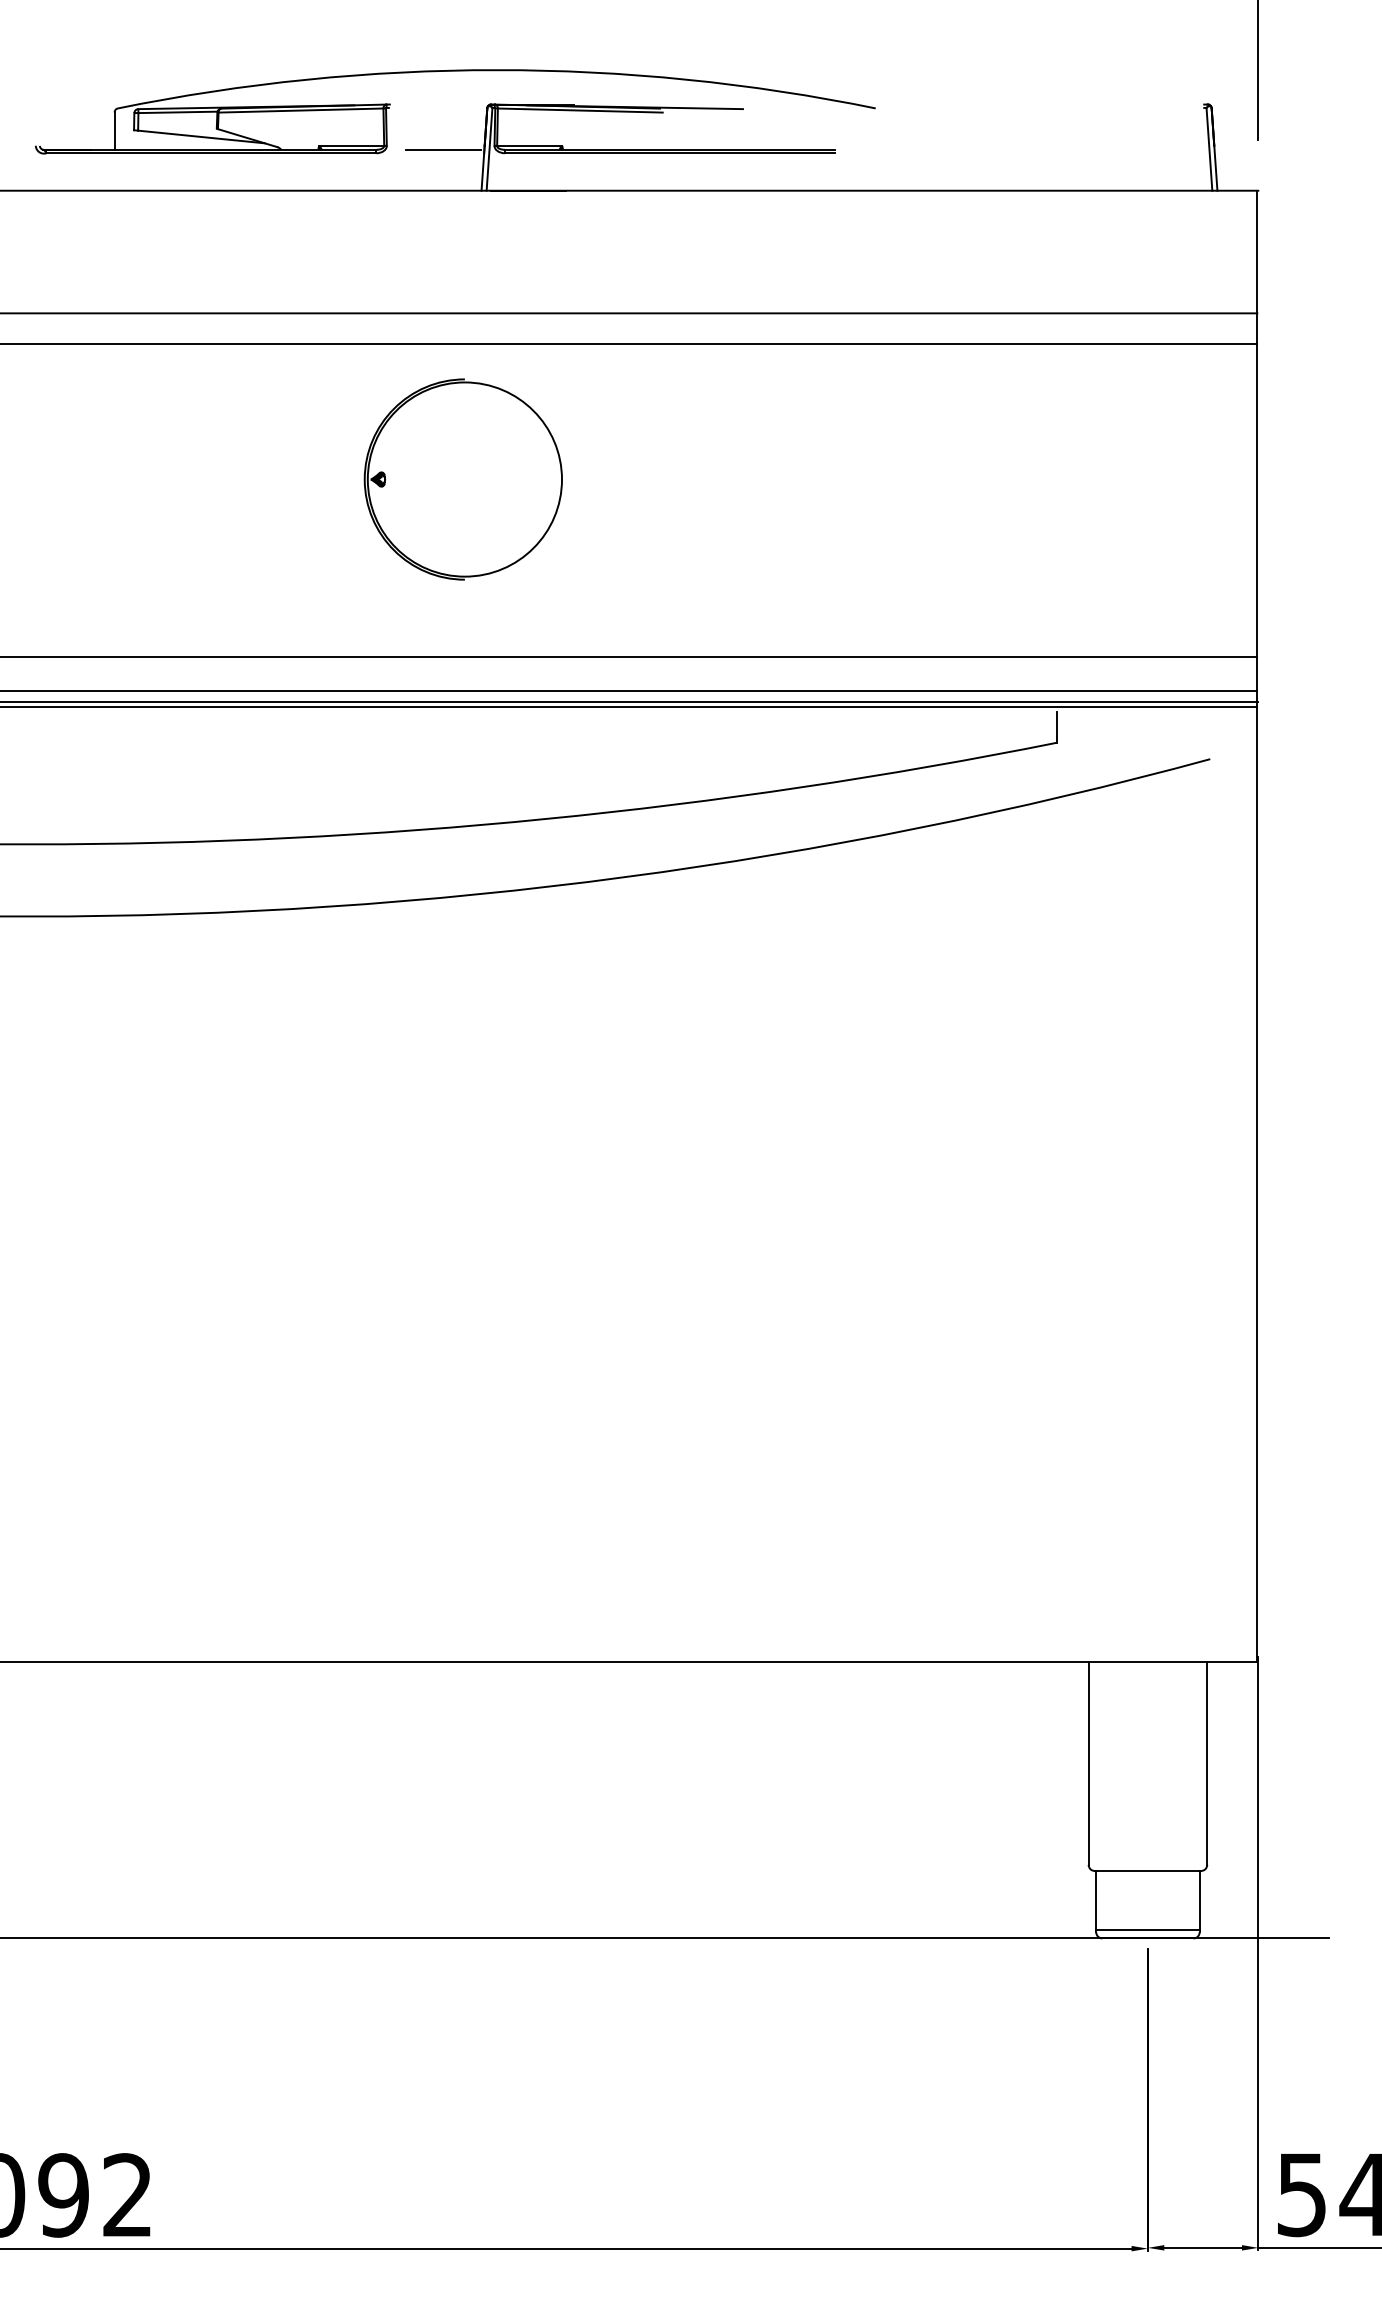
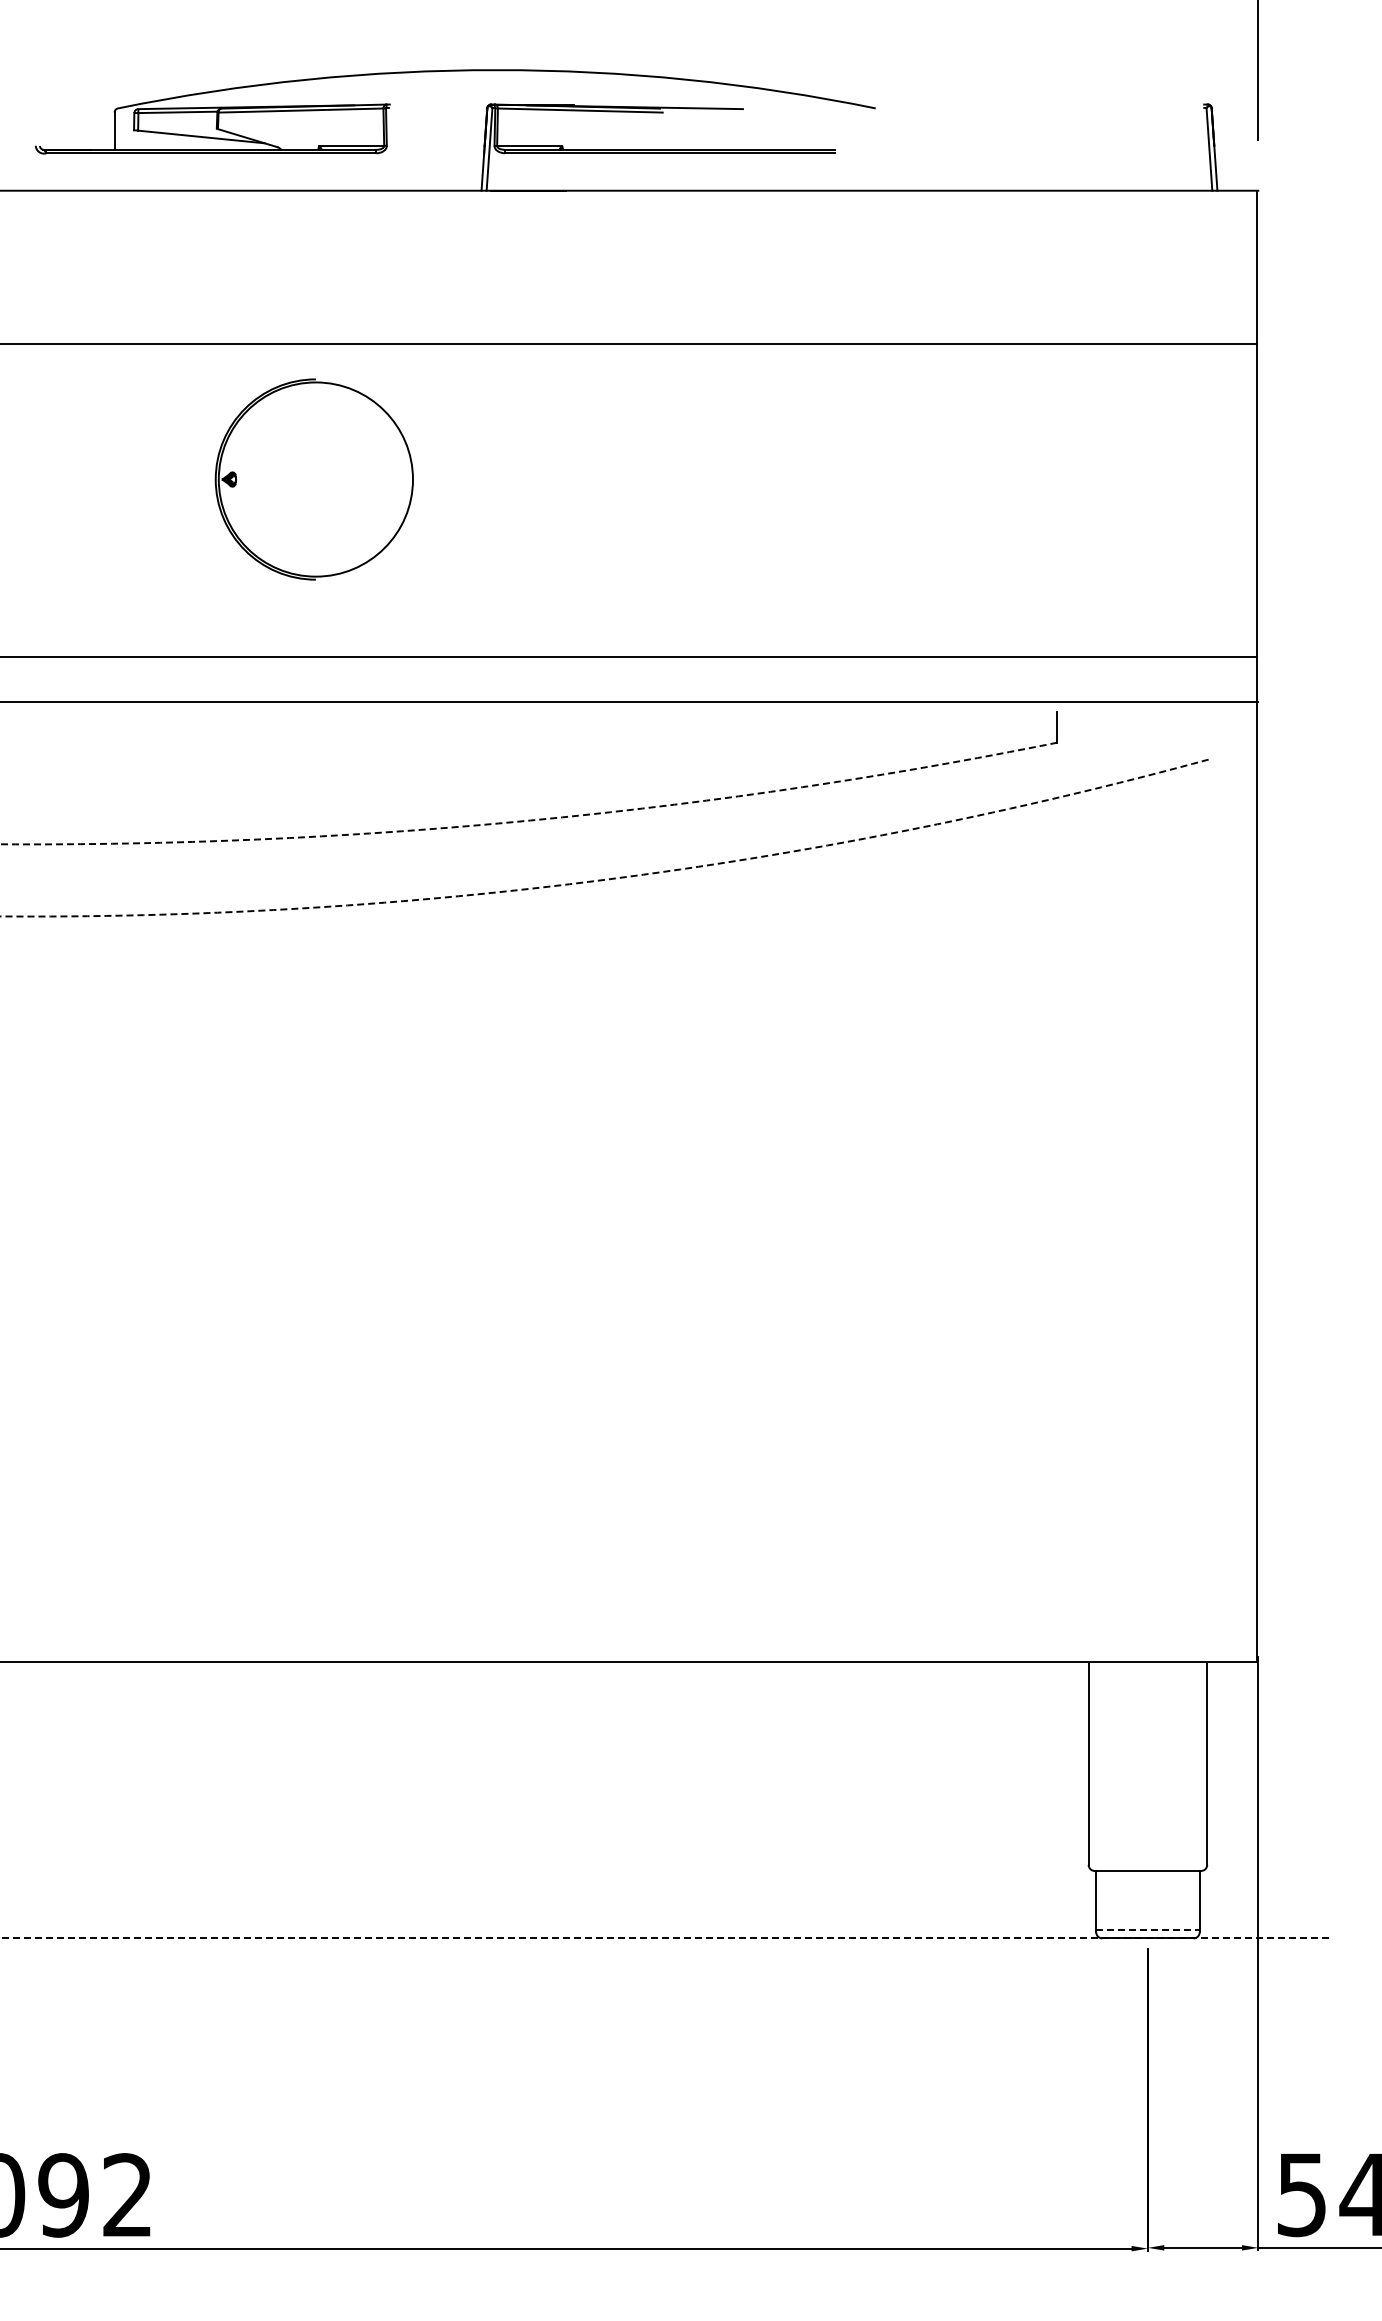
line at (443, 149): present -> none
line at (629, 313): present -> none
part at (462, 479) position: (462, 479) -> (313, 479)
line at (629, 690): present -> none
line at (629, 707): present -> none
arc at (530, 820): solid -> dashed
arc at (609, 879): solid -> dashed
line at (1147, 1930): solid -> dashed
line at (664, 1938): solid -> dashed
